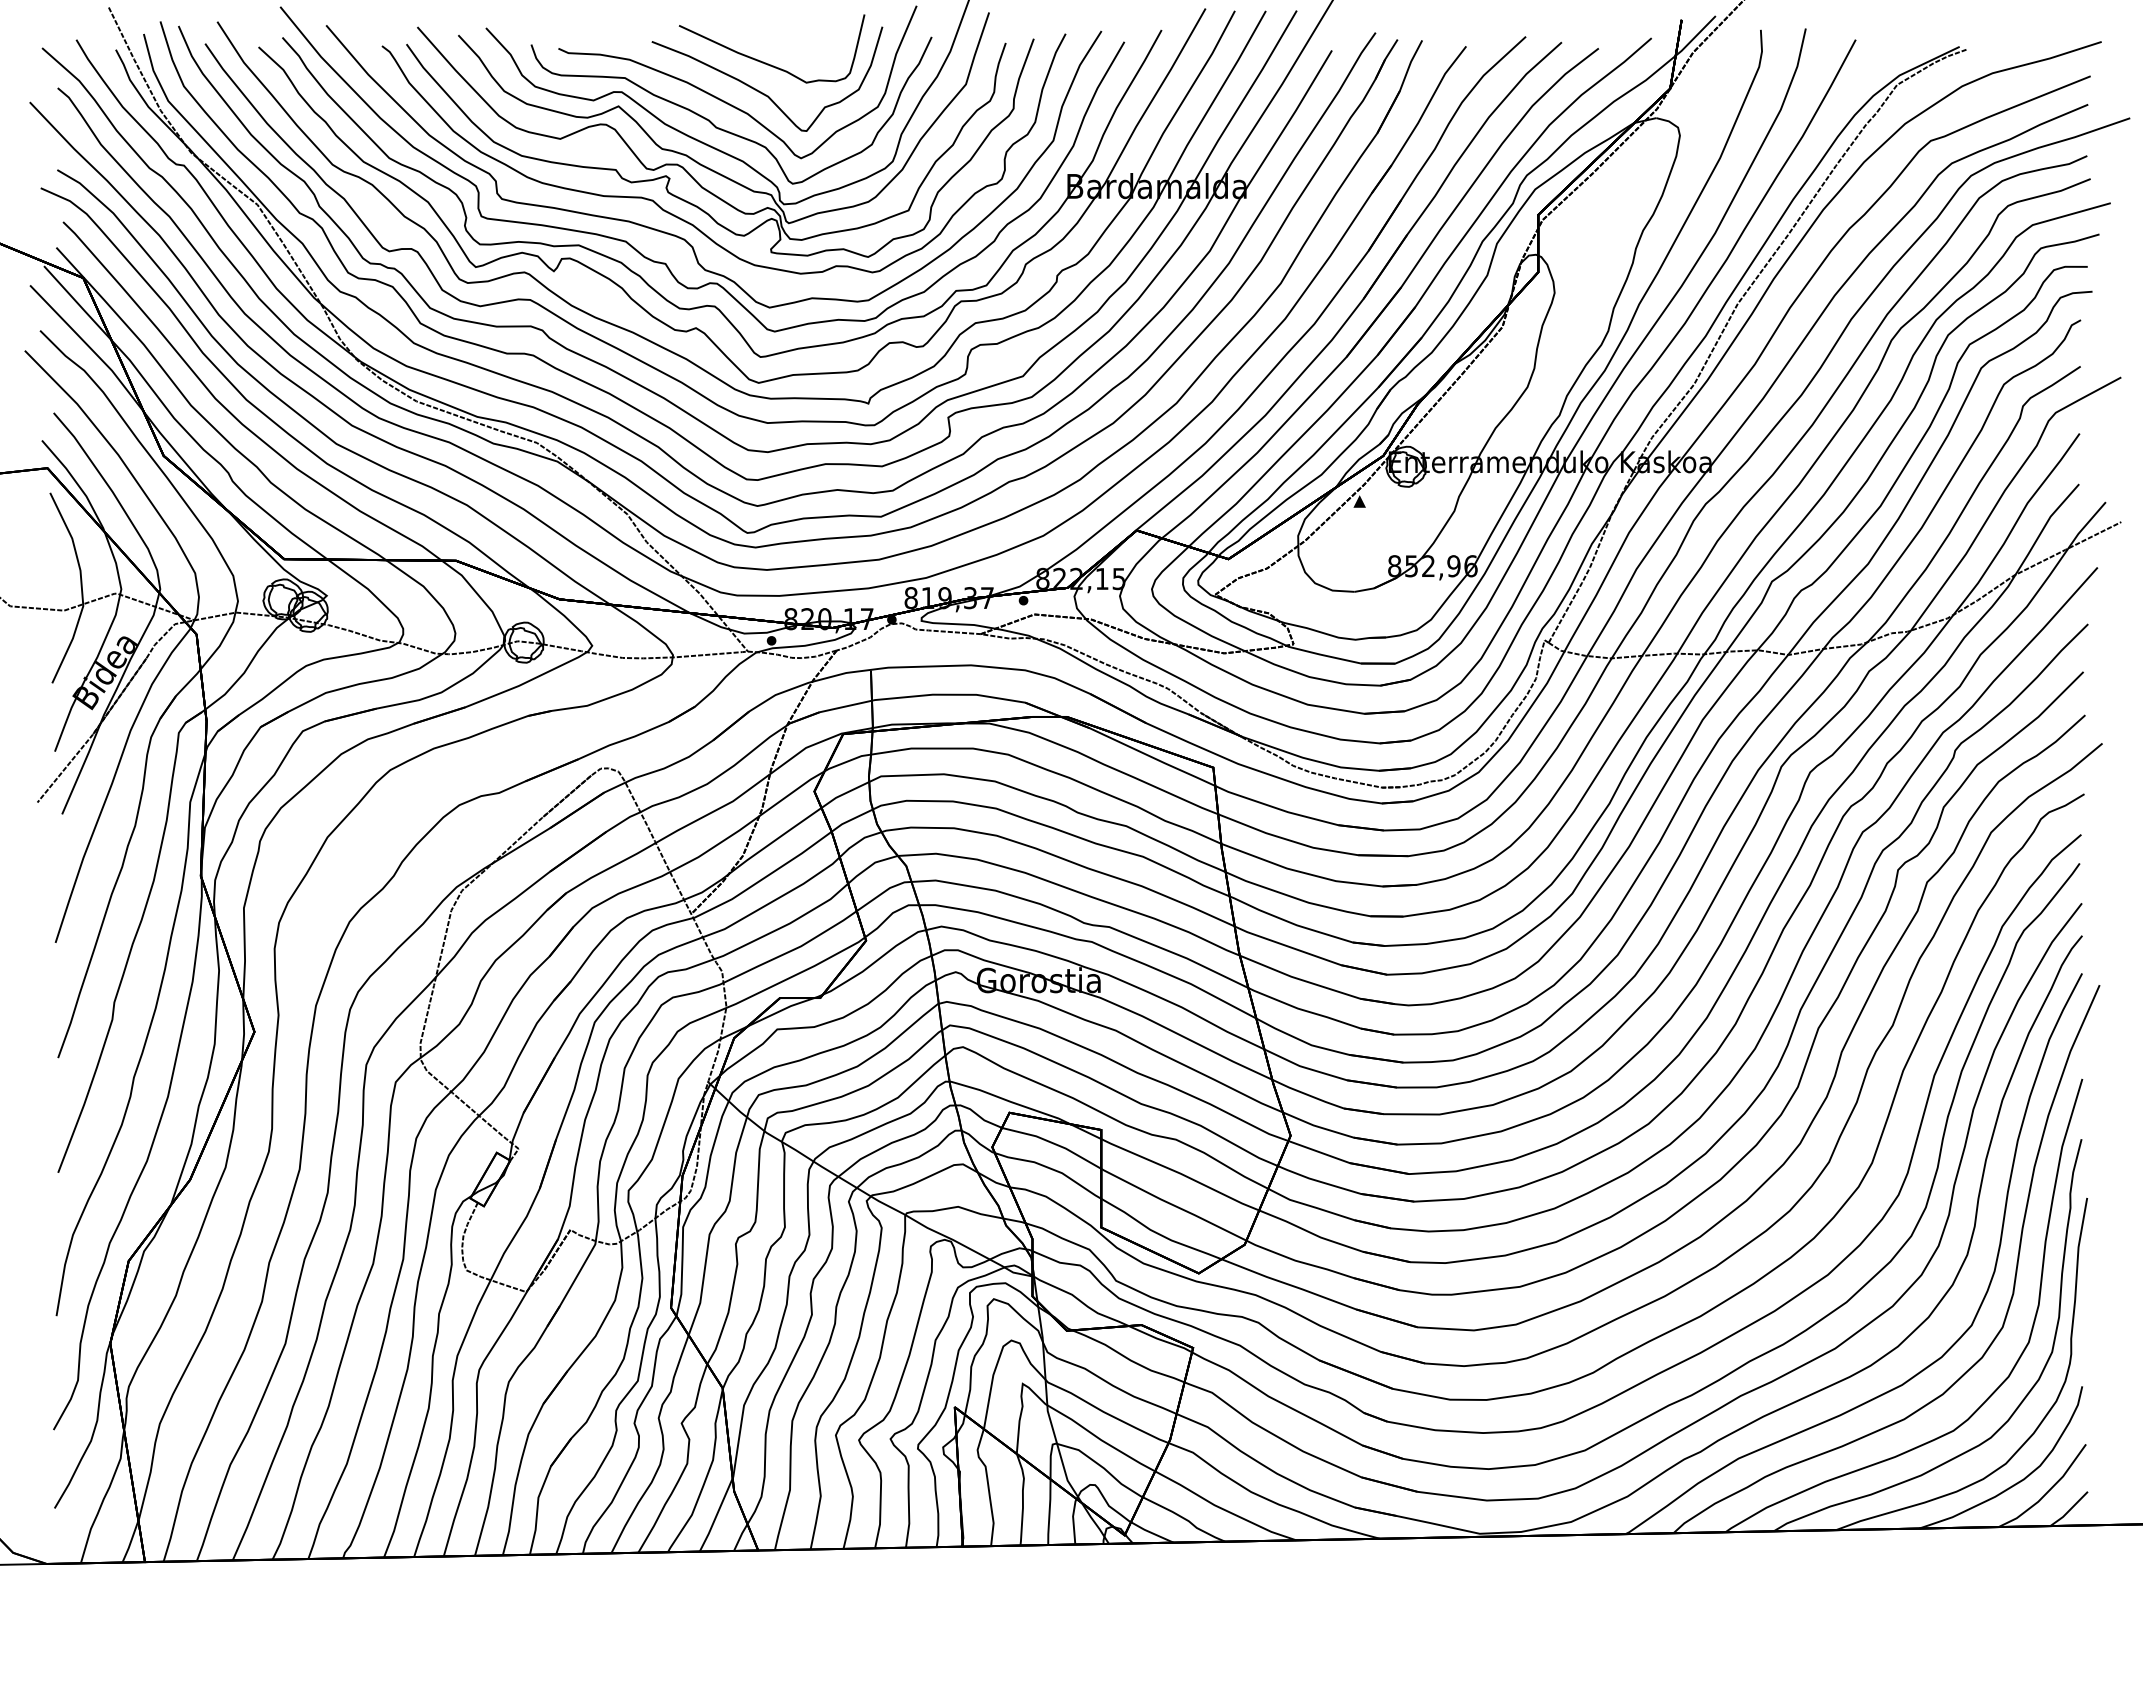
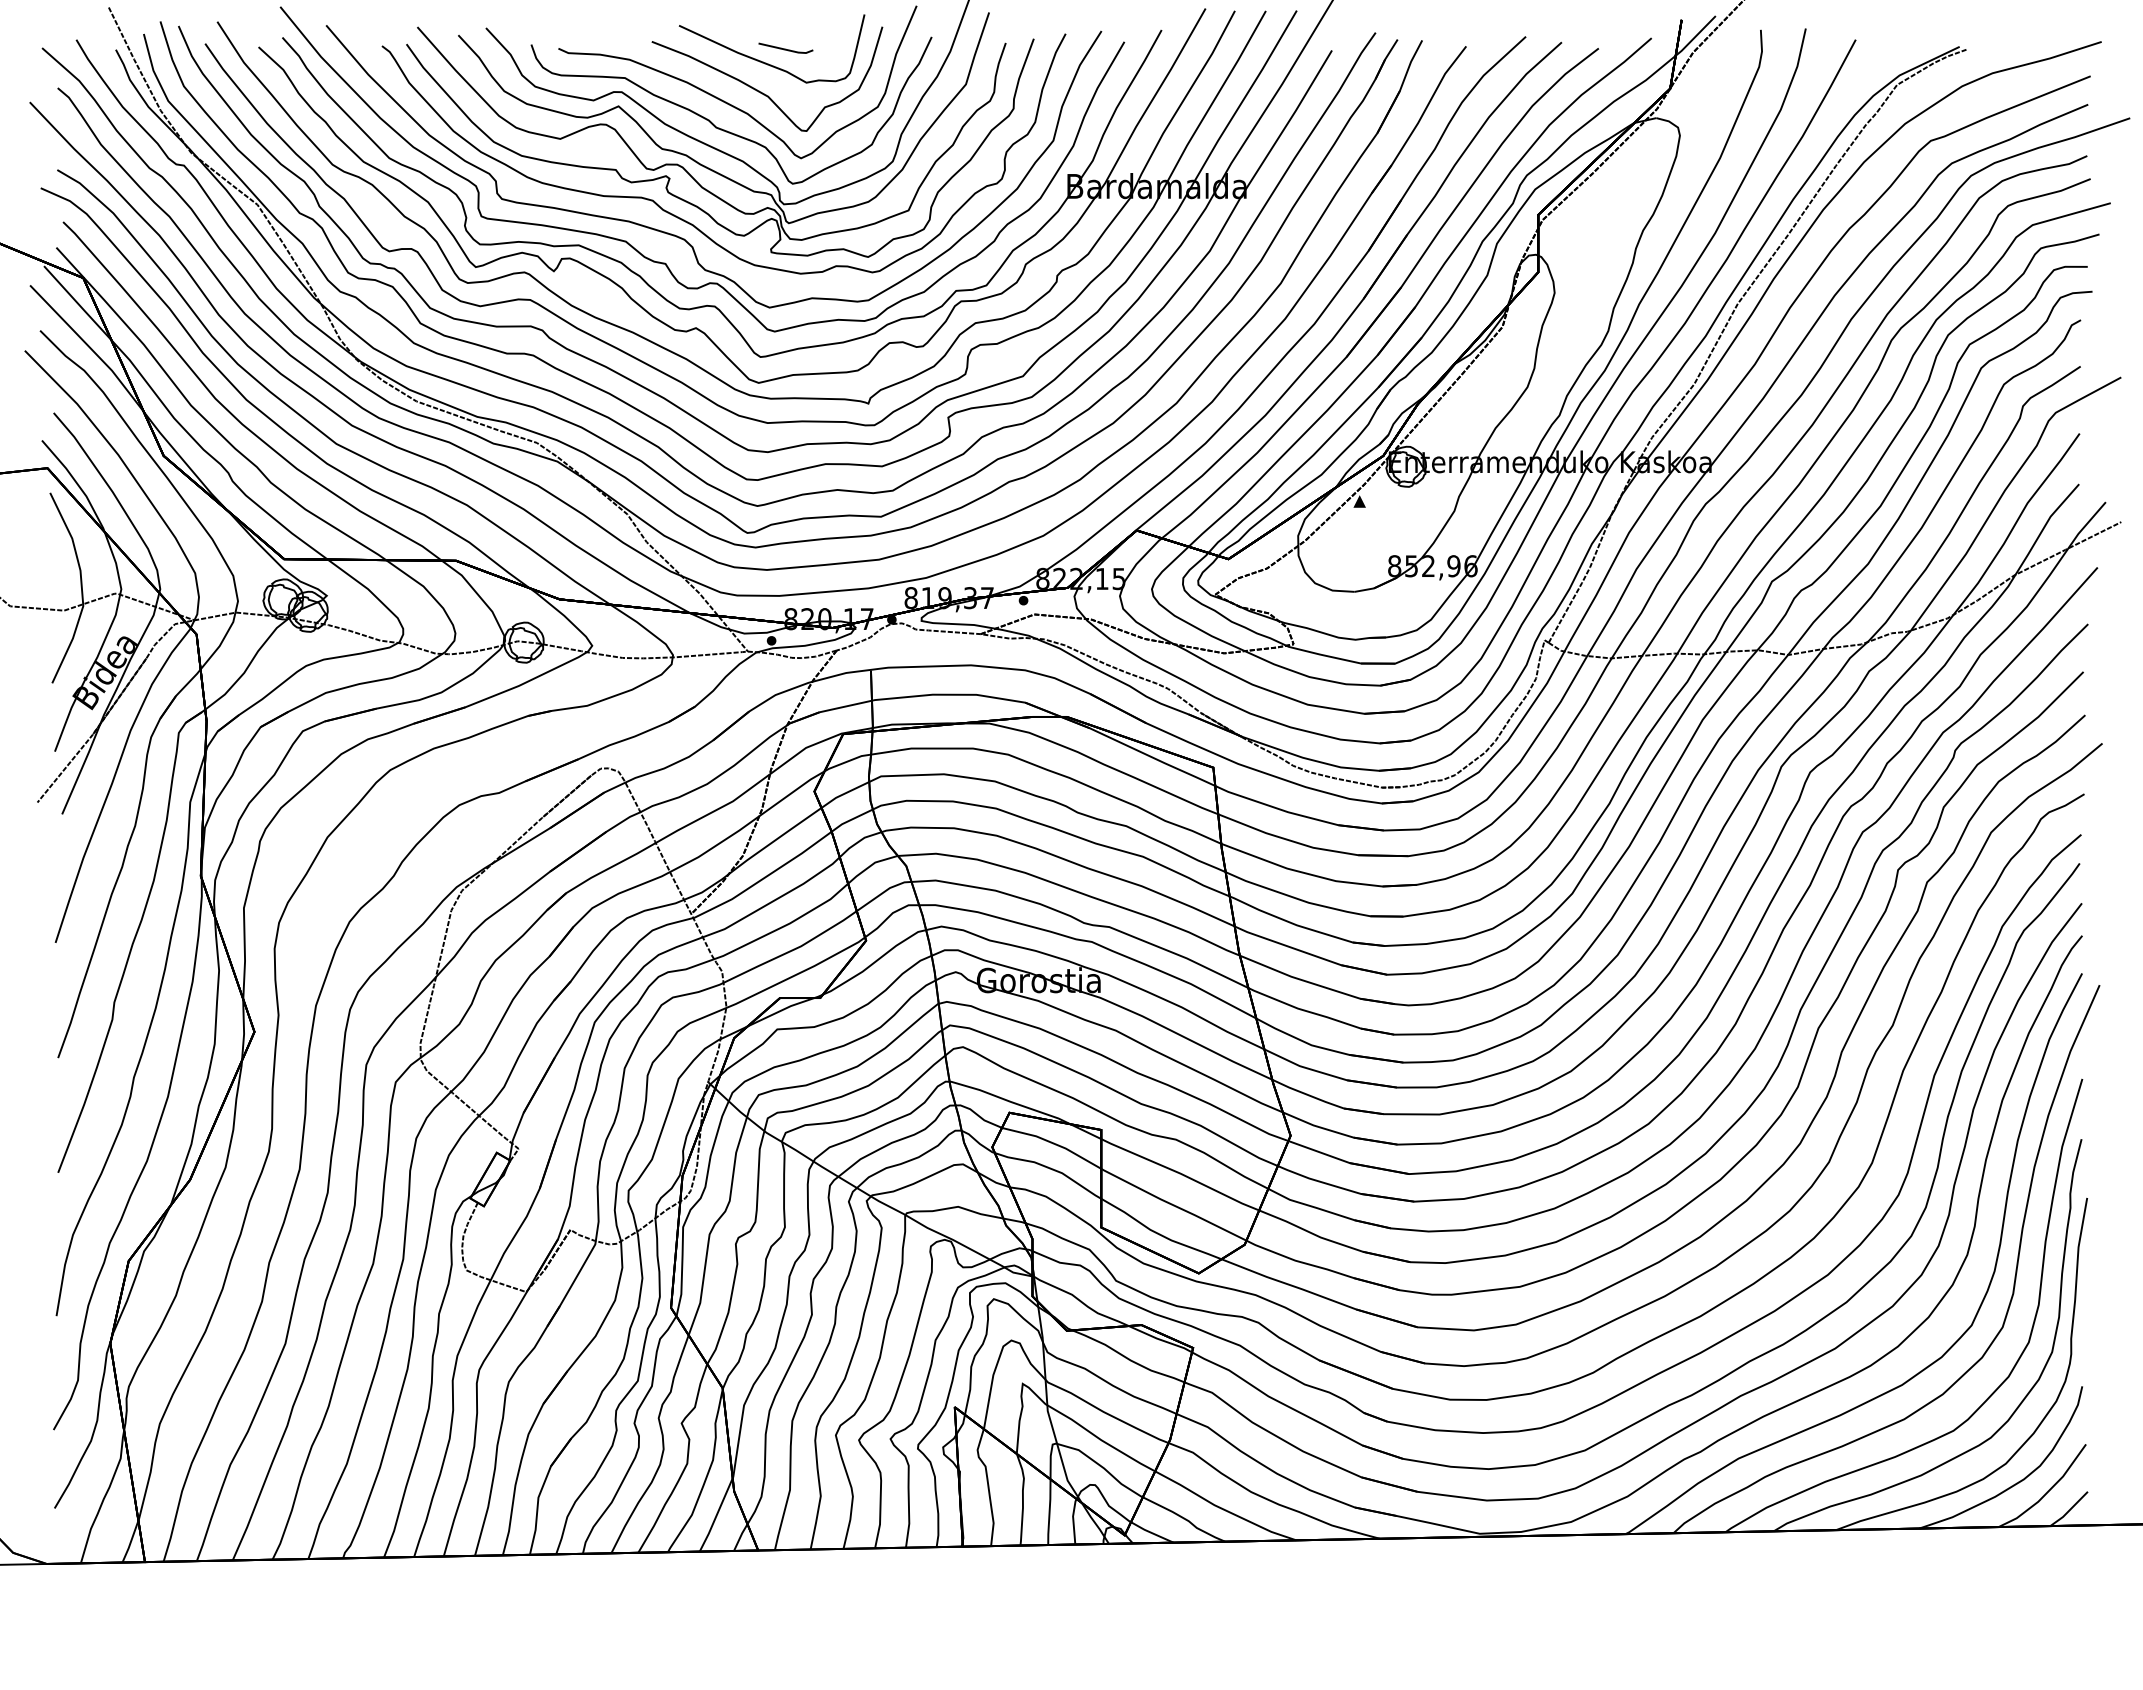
line at (785, 48): none -> present
